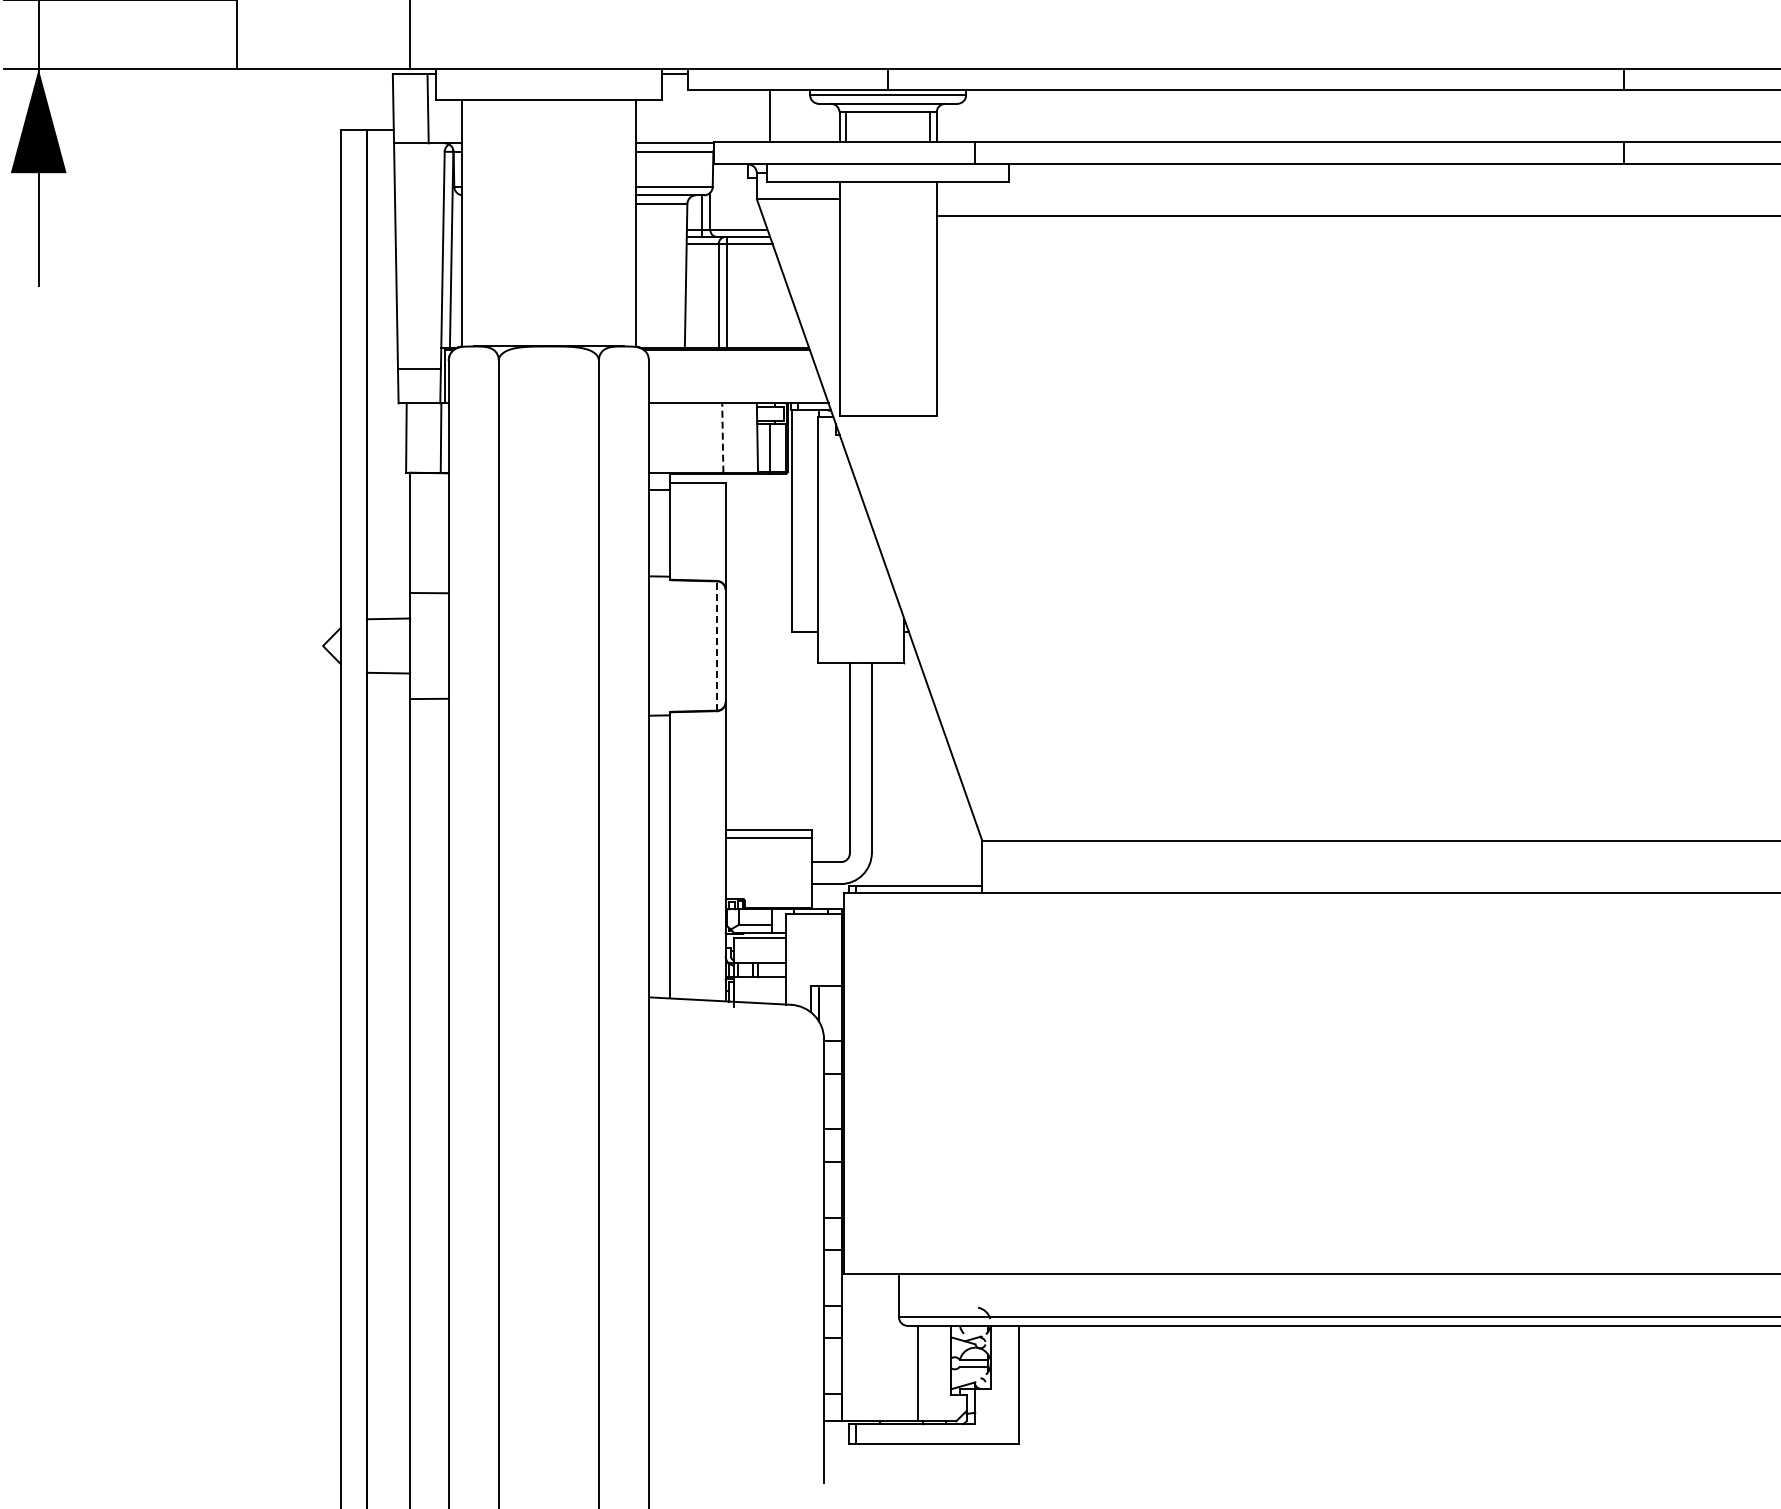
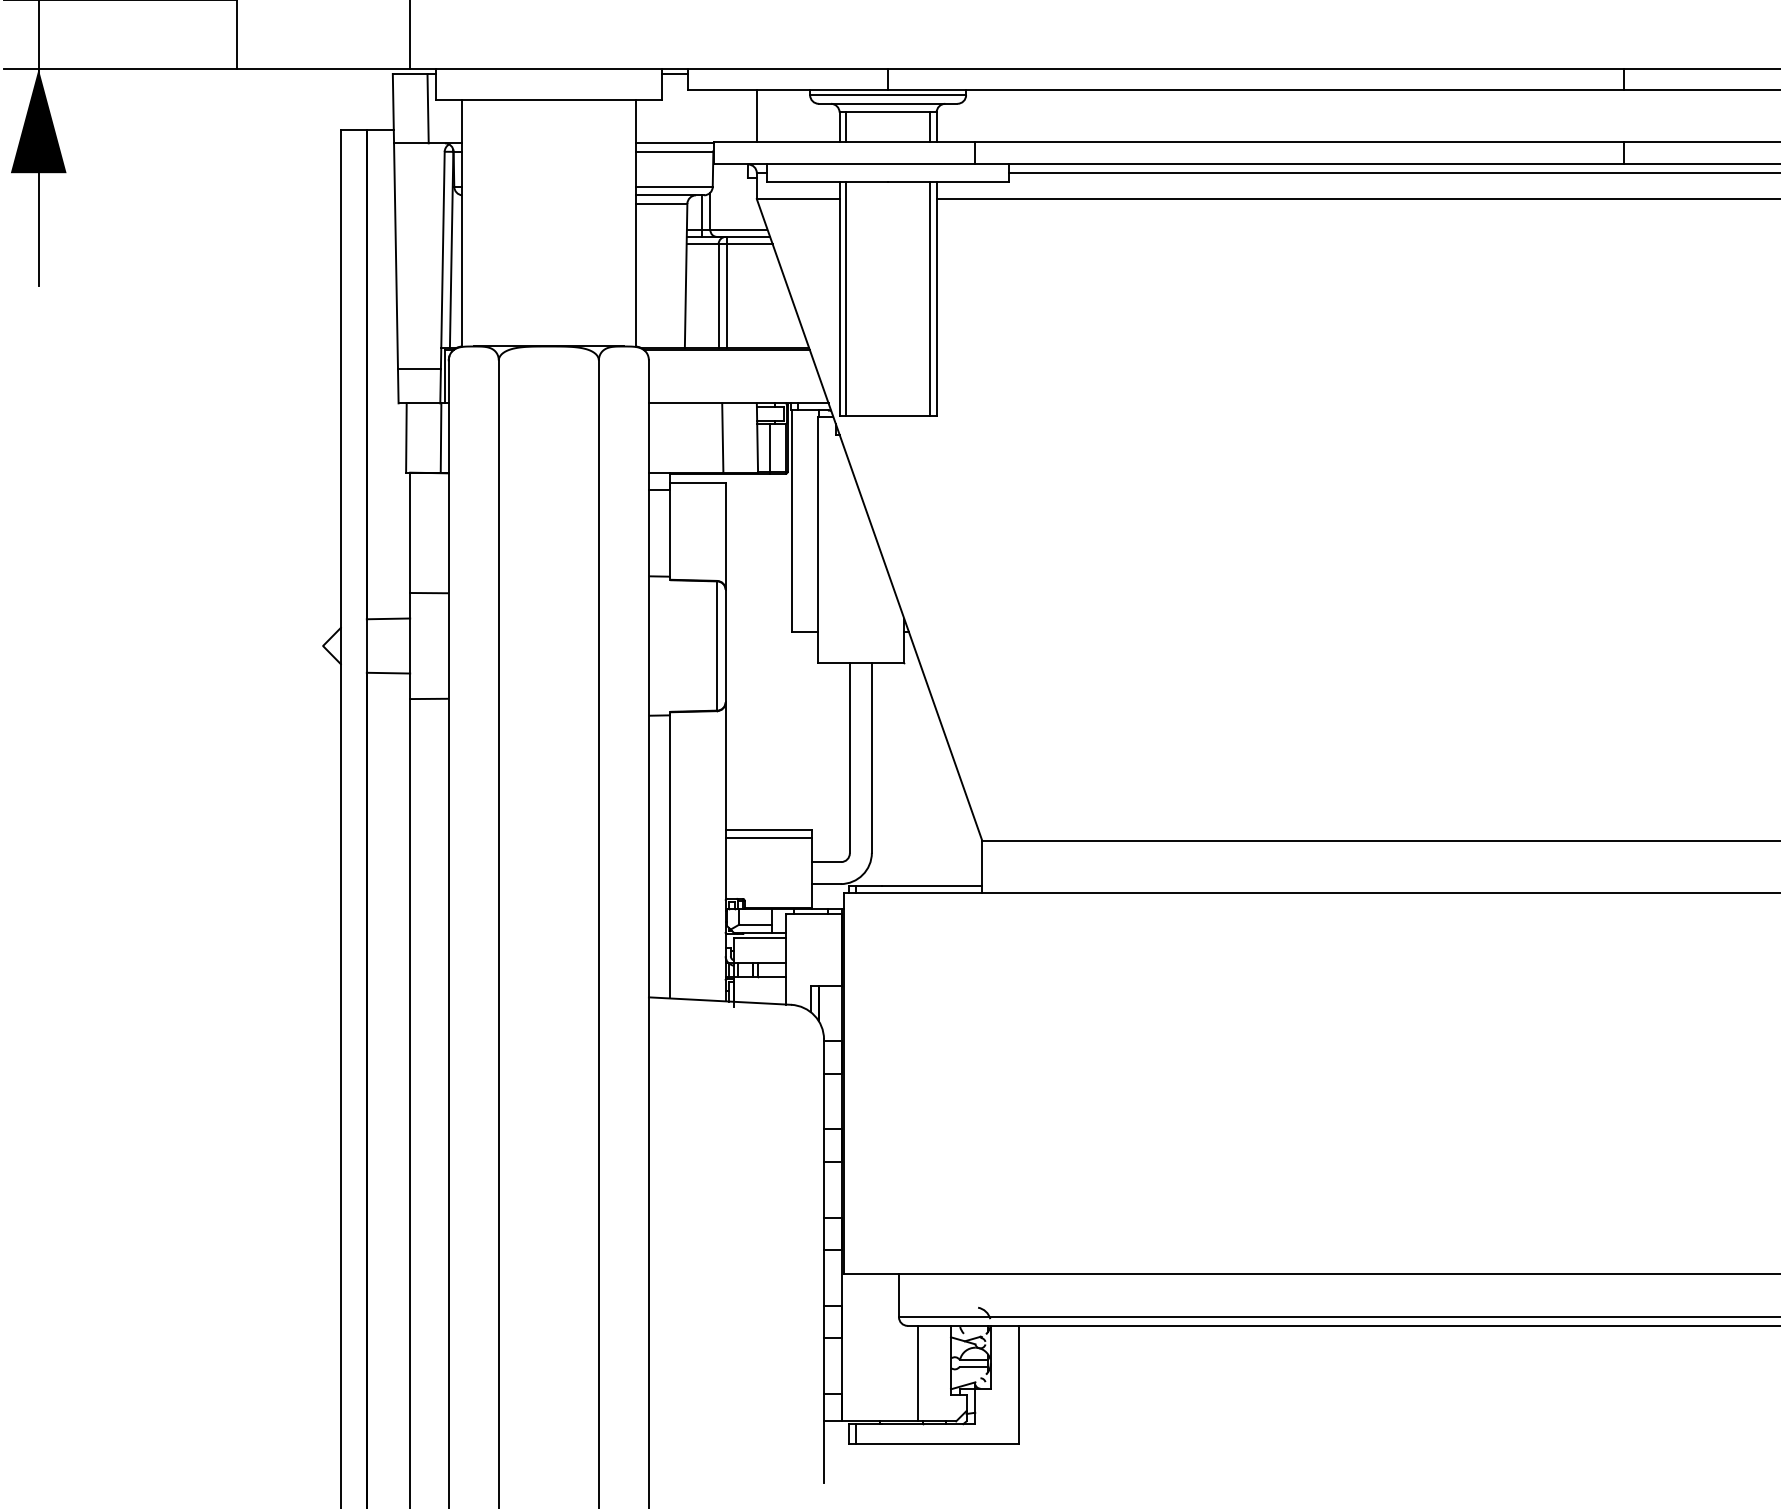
line at (769, 115) position: (769, 115) -> (756, 115)
line at (1393, 173): none -> present
line at (1356, 216) position: (1356, 216) -> (1356, 199)
line at (845, 298): none -> present
line at (930, 298): none -> present
line at (722, 438): dashed -> solid
line at (717, 646): dashed -> solid
